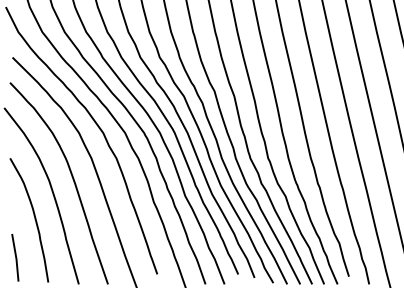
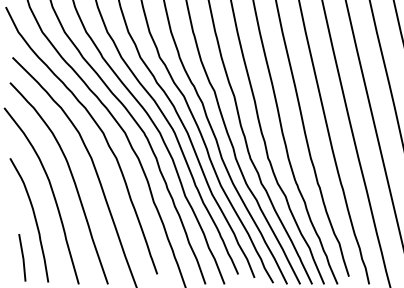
line at (15, 257) position: (15, 257) -> (22, 257)
